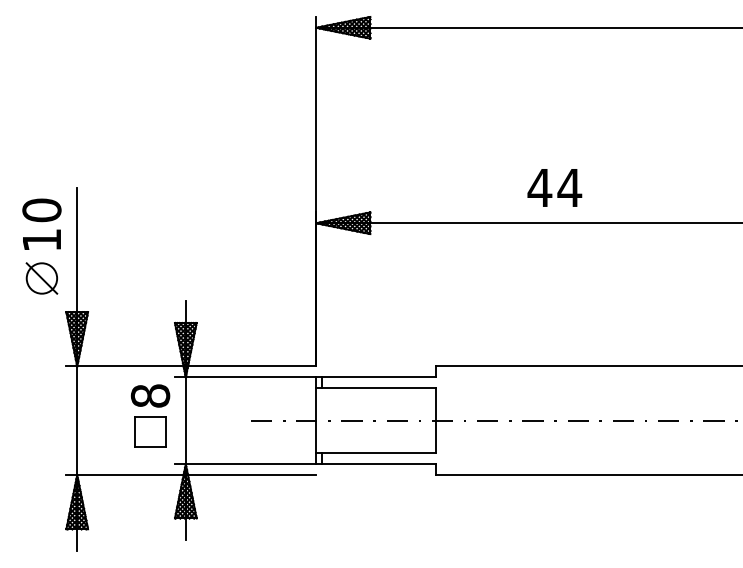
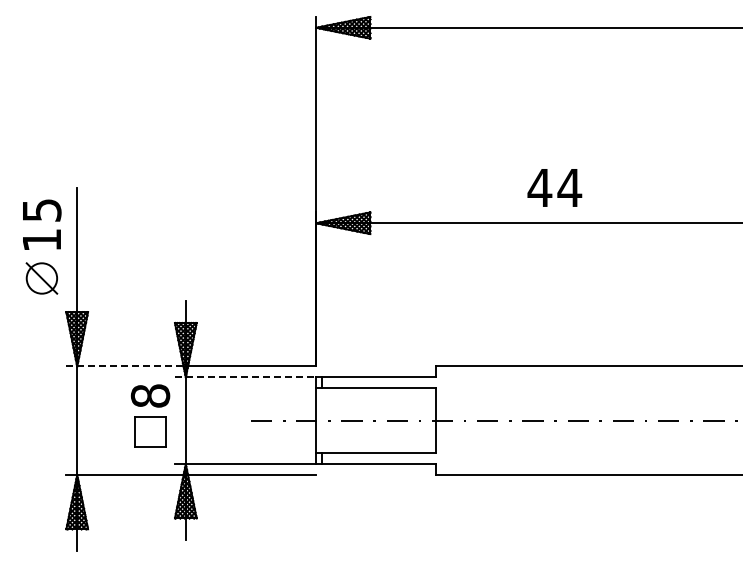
text at (41, 210): 10 -> 15
line at (125, 366): solid -> dashed
line at (245, 377): solid -> dashed
